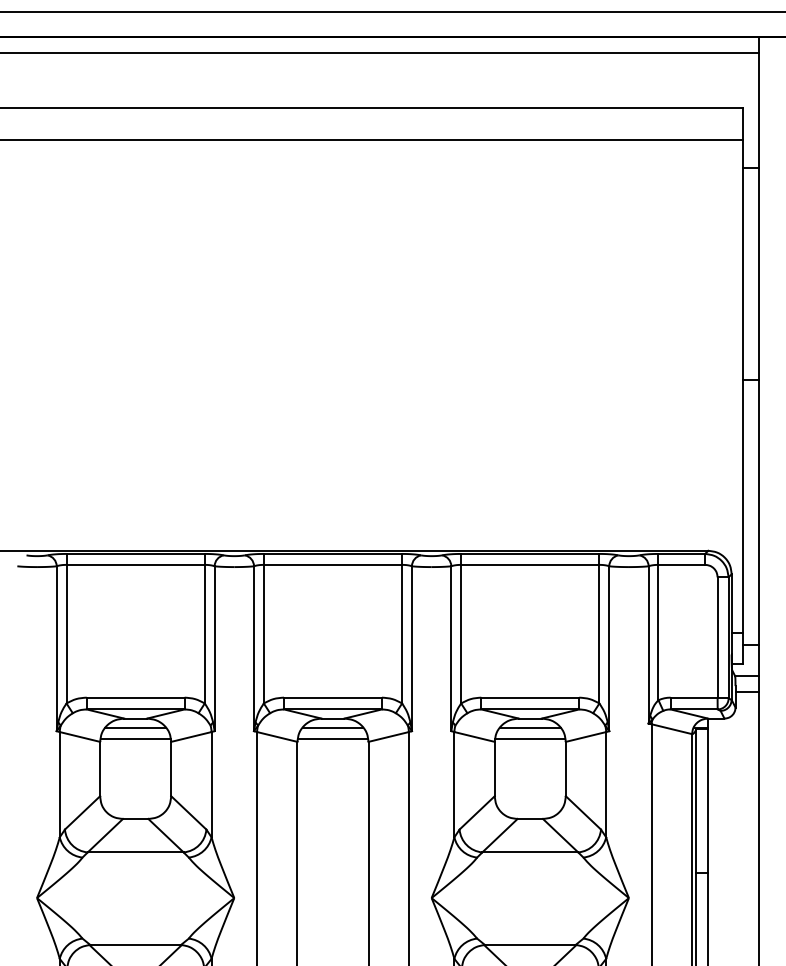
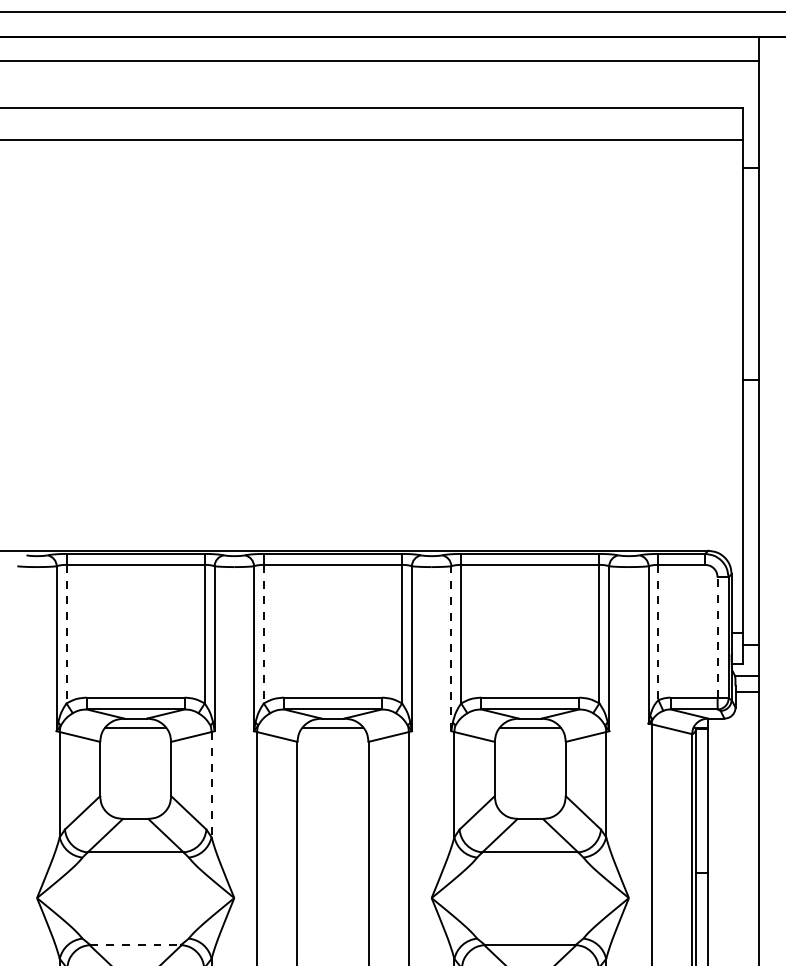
line at (380, 52) position: (380, 52) -> (380, 60)
line at (658, 632): solid -> dashed
line at (66, 634): solid -> dashed
line at (263, 634): solid -> dashed
line at (717, 637): solid -> dashed
line at (451, 648): solid -> dashed
line at (135, 739): present -> none
line at (332, 739): present -> none
line at (530, 739): present -> none
line at (211, 784): solid -> dashed
line at (136, 945): solid -> dashed
